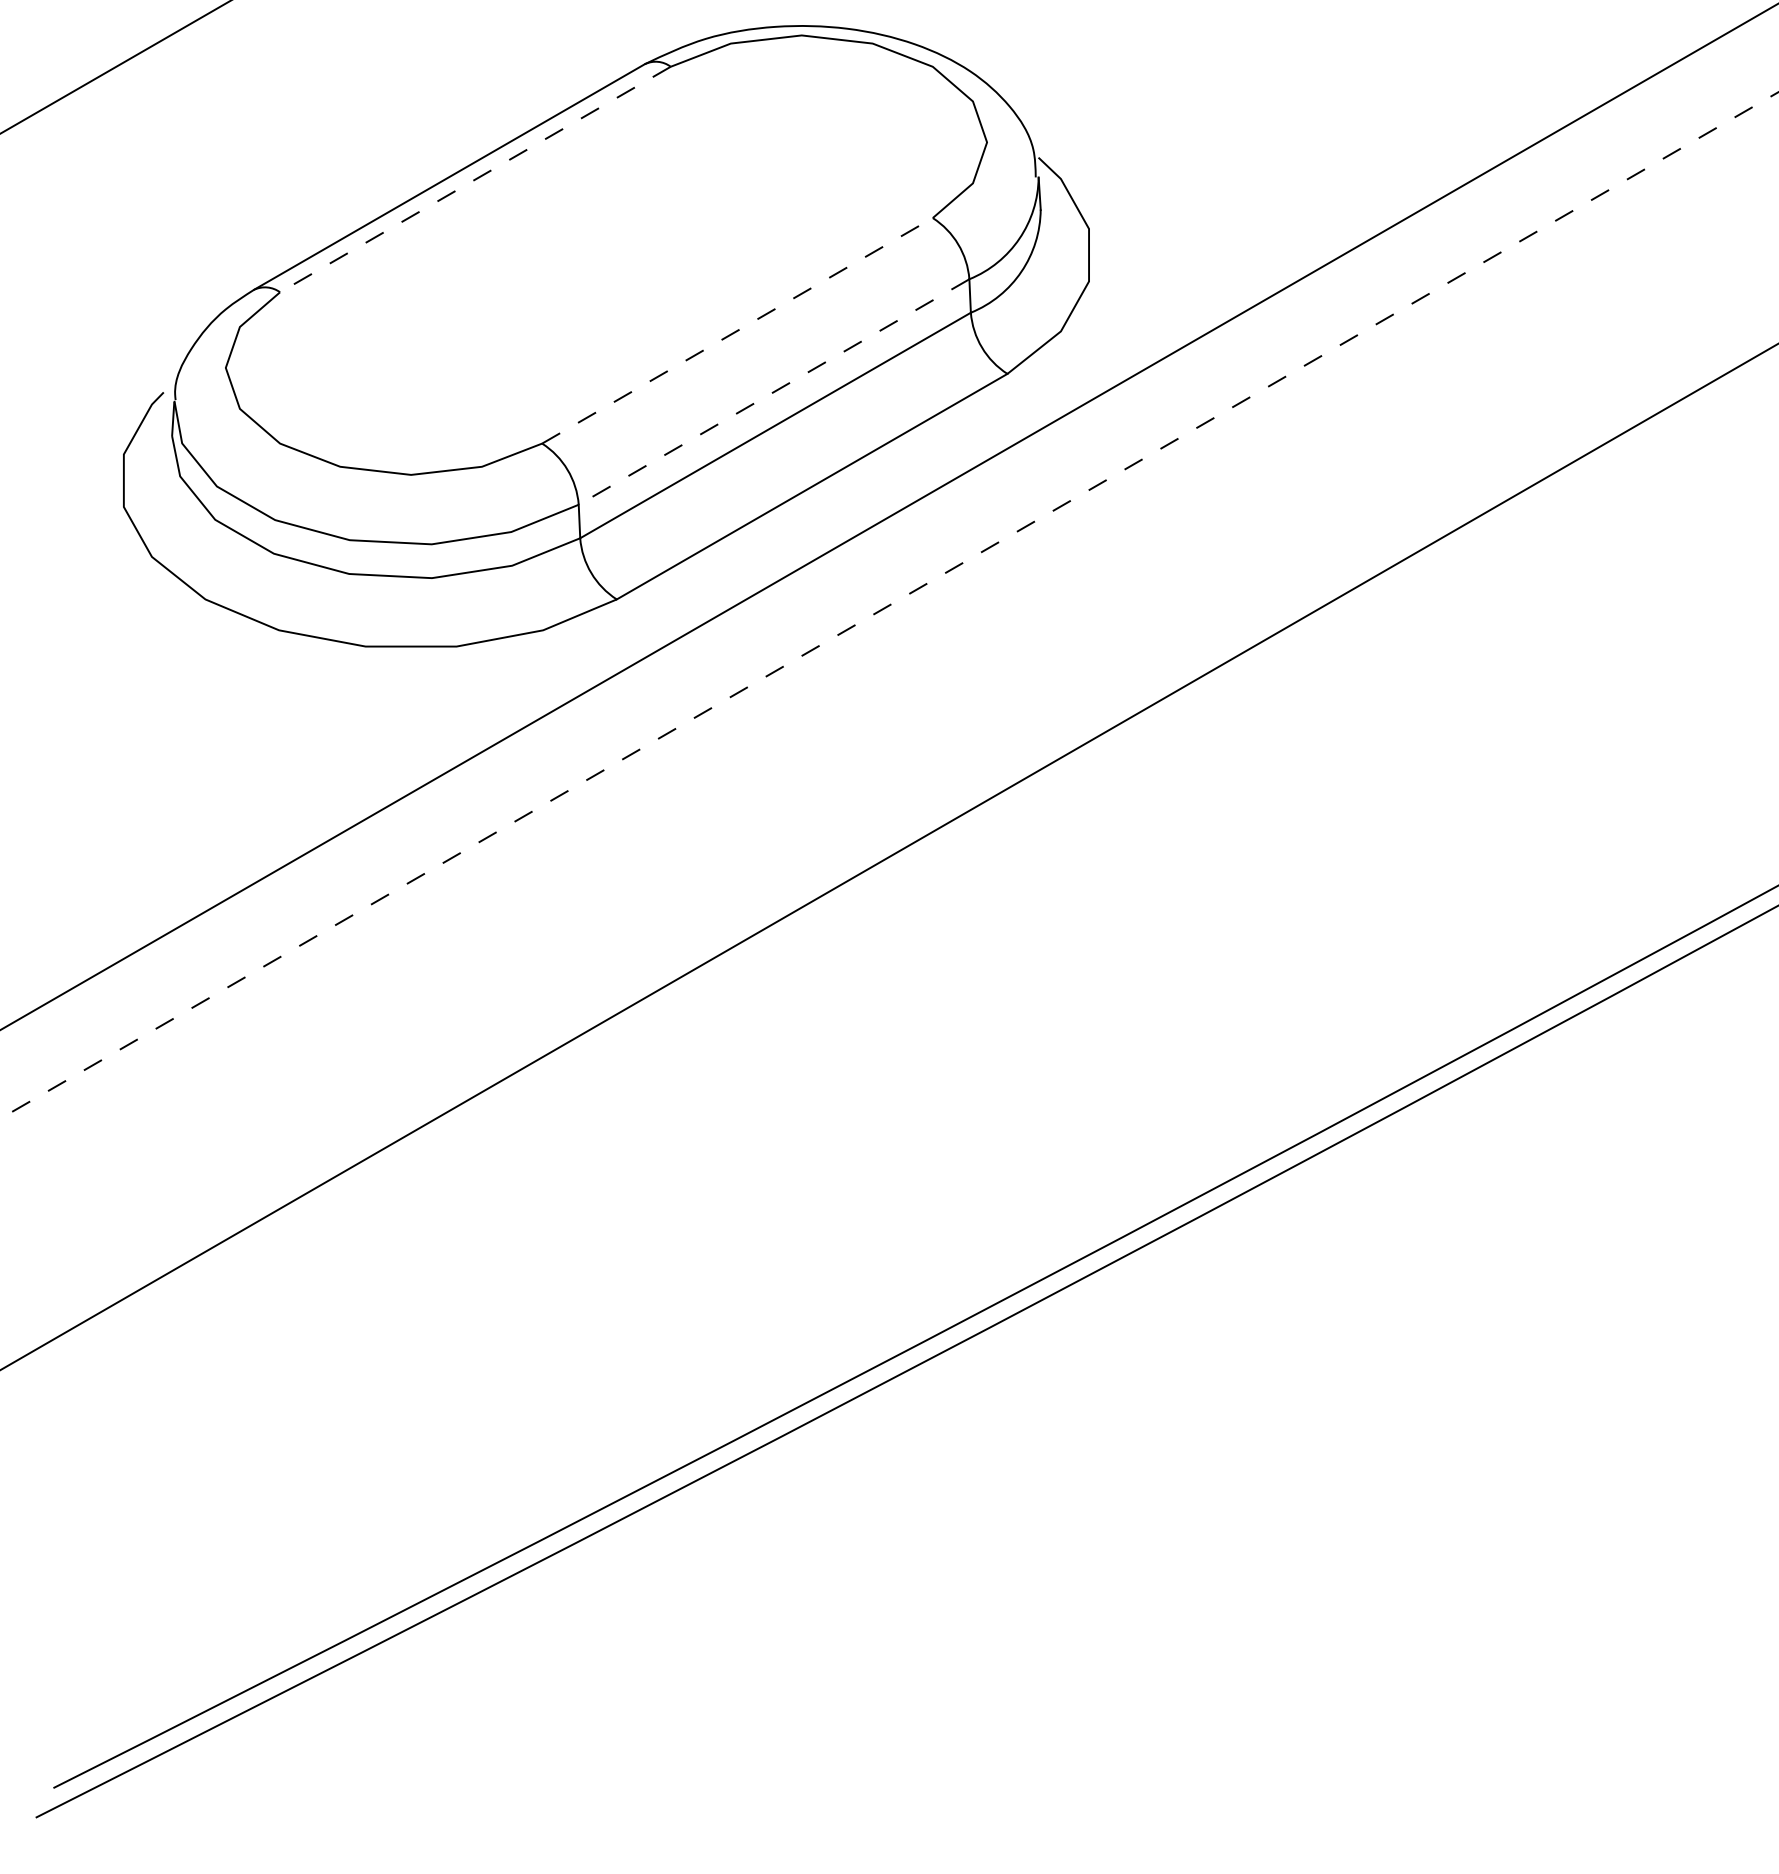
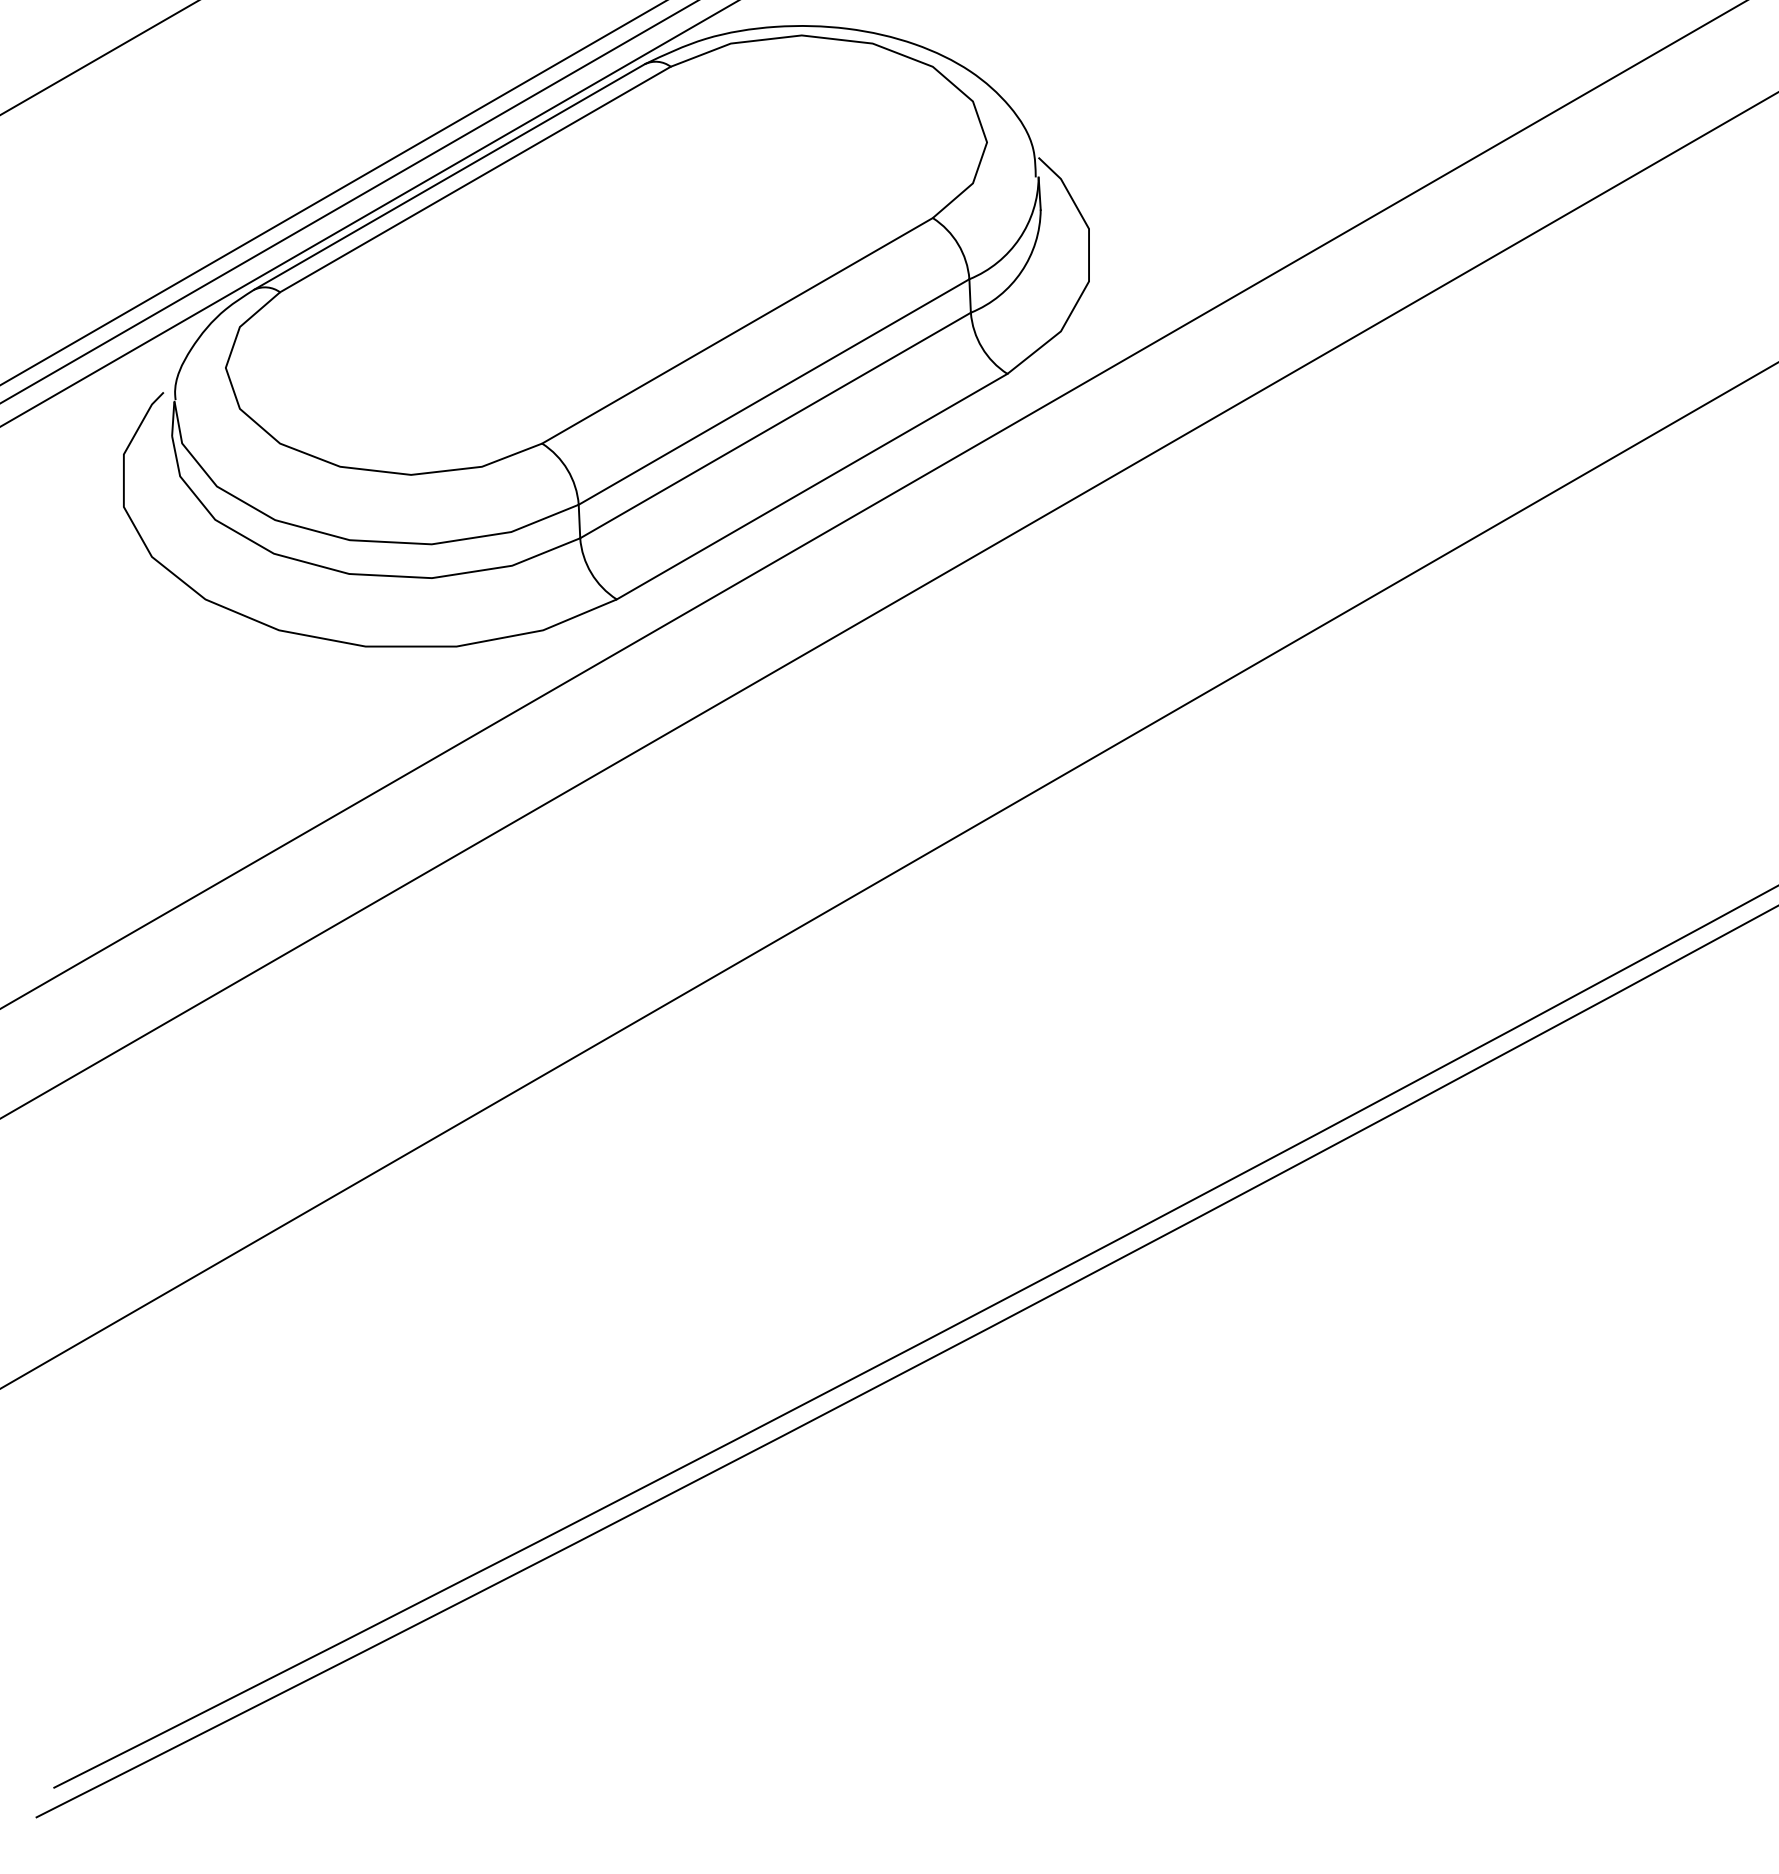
line at (115, 67) position: (115, 67) -> (99, 58)
line at (475, 179): dashed -> solid
line at (332, 192): none -> present
line at (348, 202): none -> present
line at (368, 213): none -> present
line at (737, 330): dashed -> solid
line at (774, 392): dashed -> solid
line at (888, 516) position: (888, 516) -> (873, 504)
line at (889, 605): dashed -> solid
line at (888, 856) position: (888, 856) -> (888, 875)
